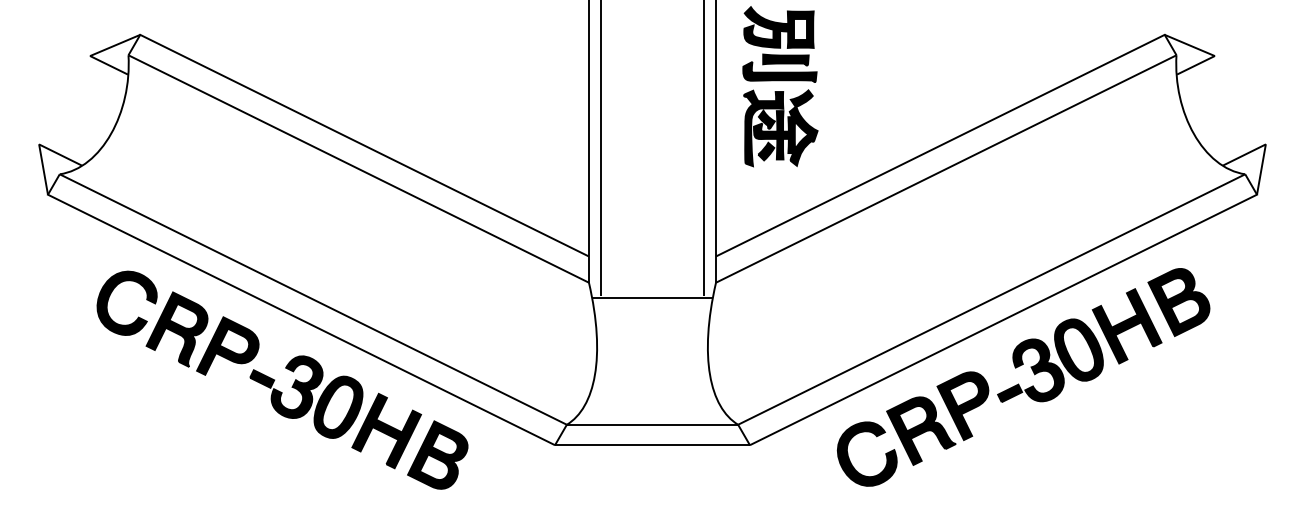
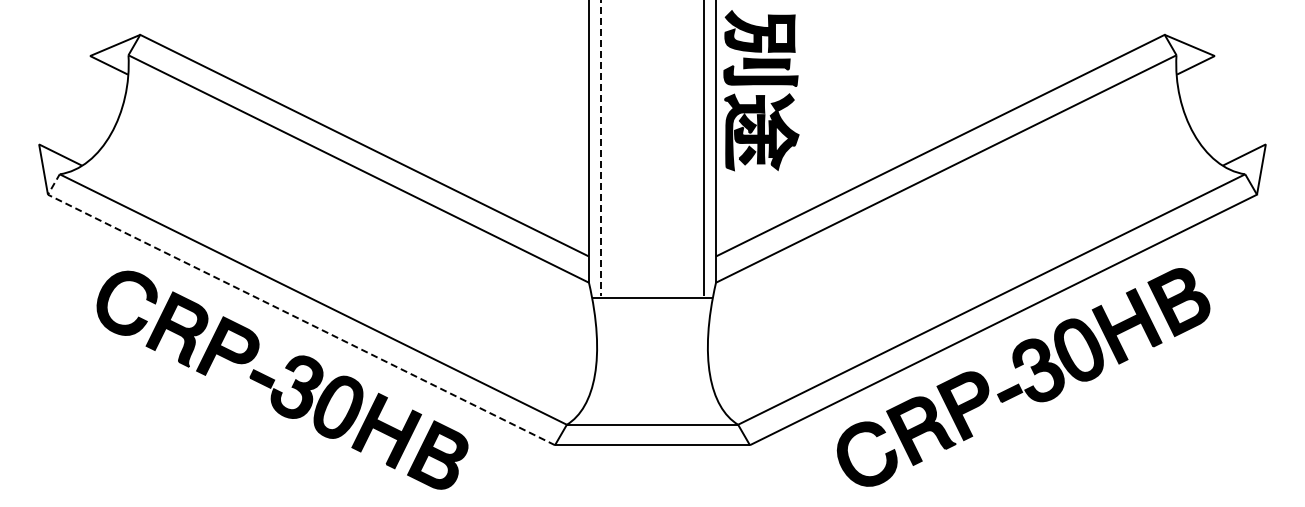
part at (780, 86) position: (780, 86) -> (761, 90)
line at (600, 148): solid -> dashed
line at (289, 314): solid -> dashed
